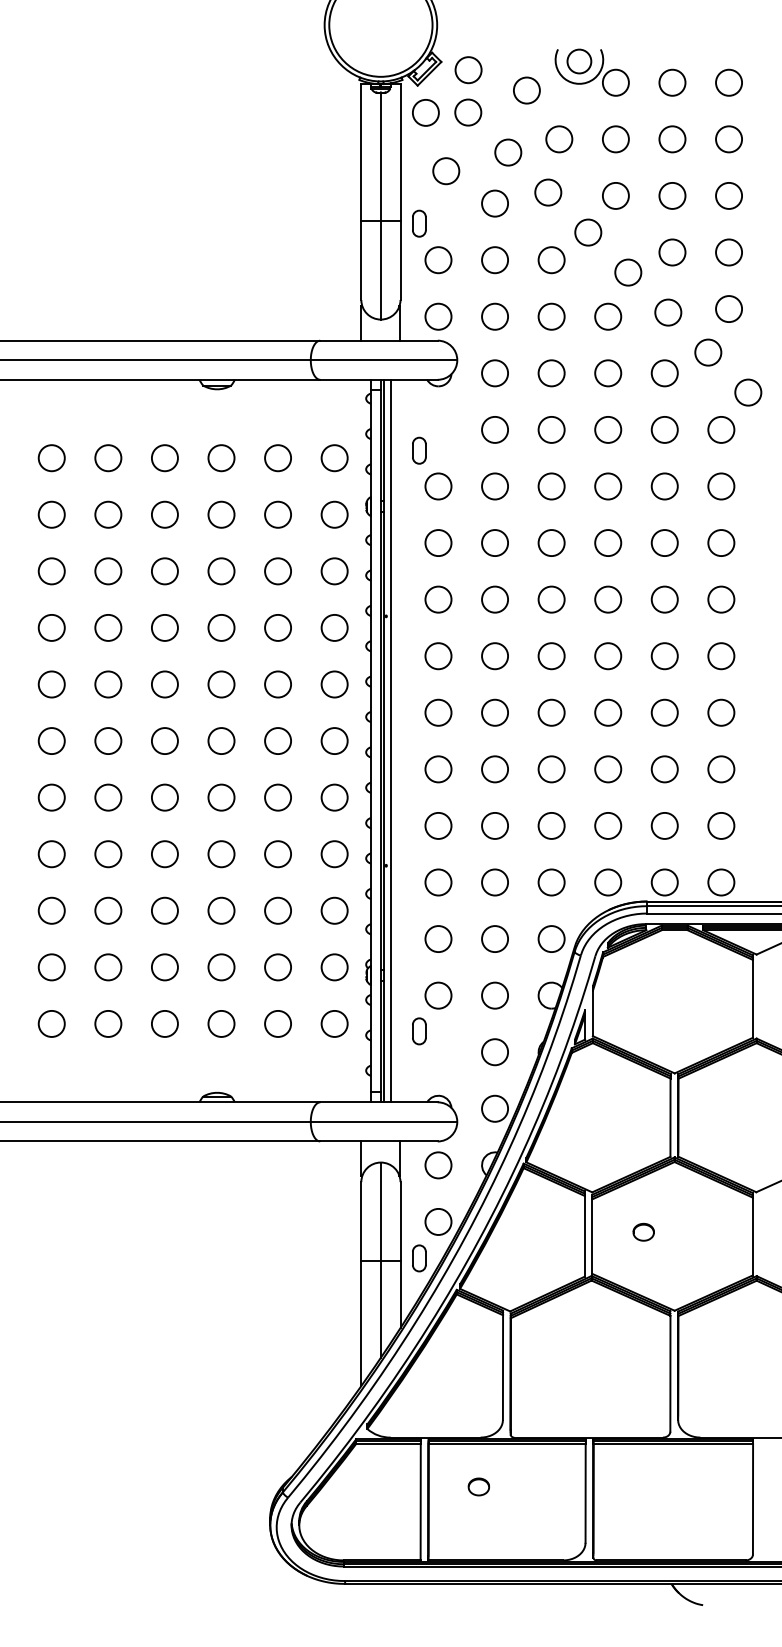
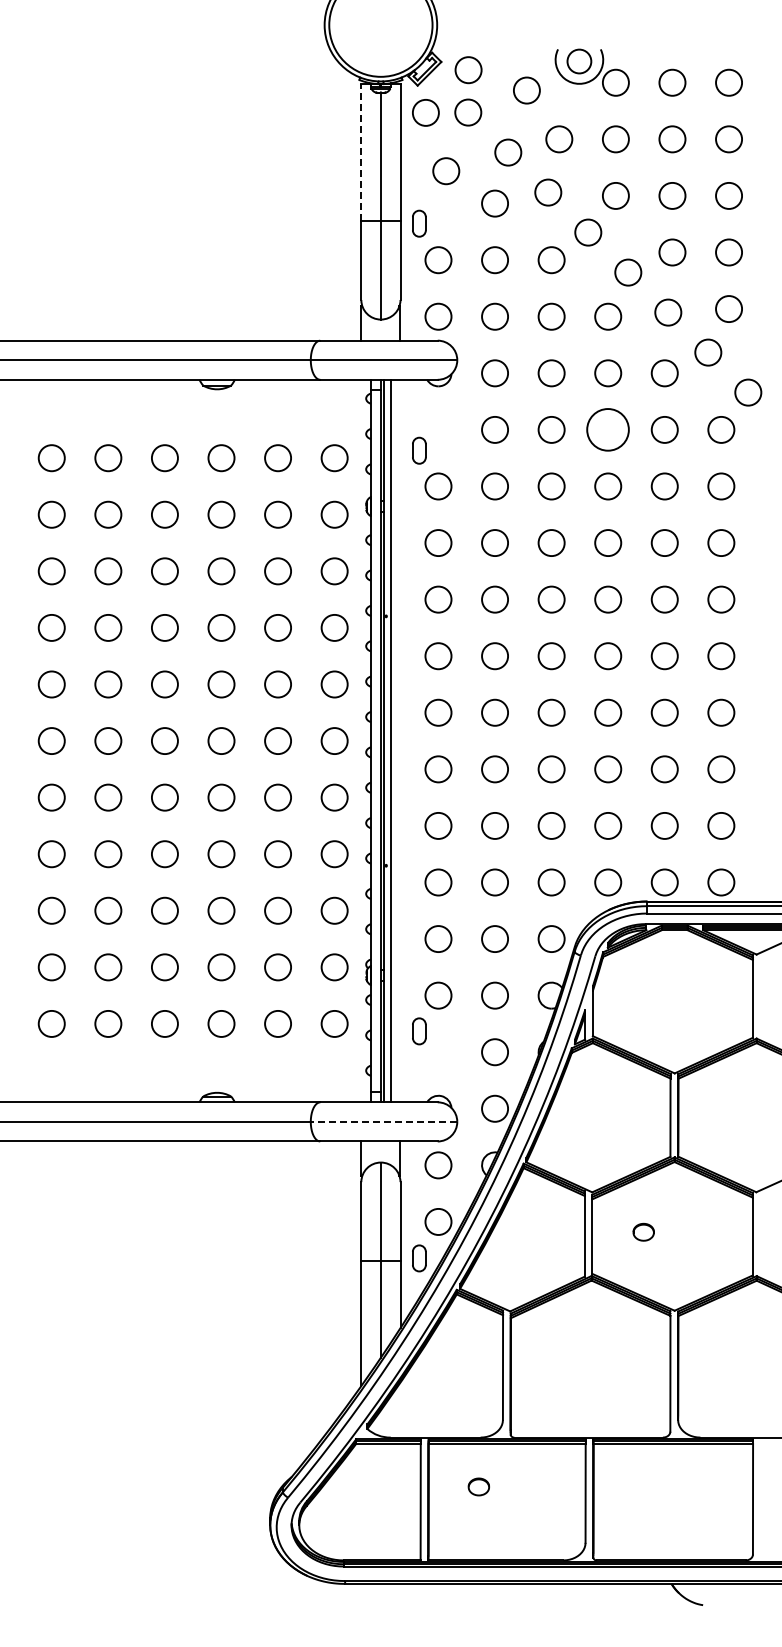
line at (361, 152): solid -> dashed
circle at (608, 429) size: 29x28 px -> 44x44 px
line at (383, 1121): solid -> dashed
